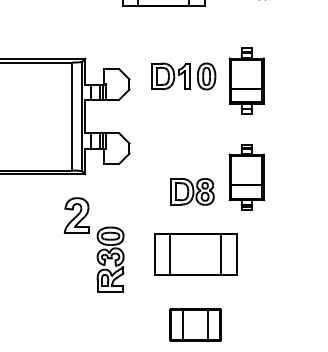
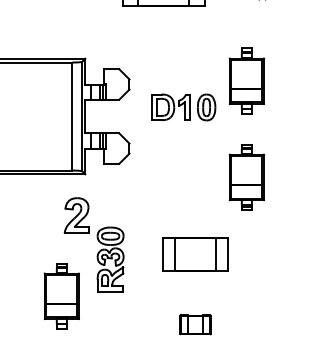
part at (183, 76) position: (183, 76) -> (183, 107)
part at (192, 191): present -> none
part at (195, 254) size: 84x43 px -> 67x35 px
part at (61, 295): none -> present
part at (195, 324) size: 53x34 px -> 33x22 px
